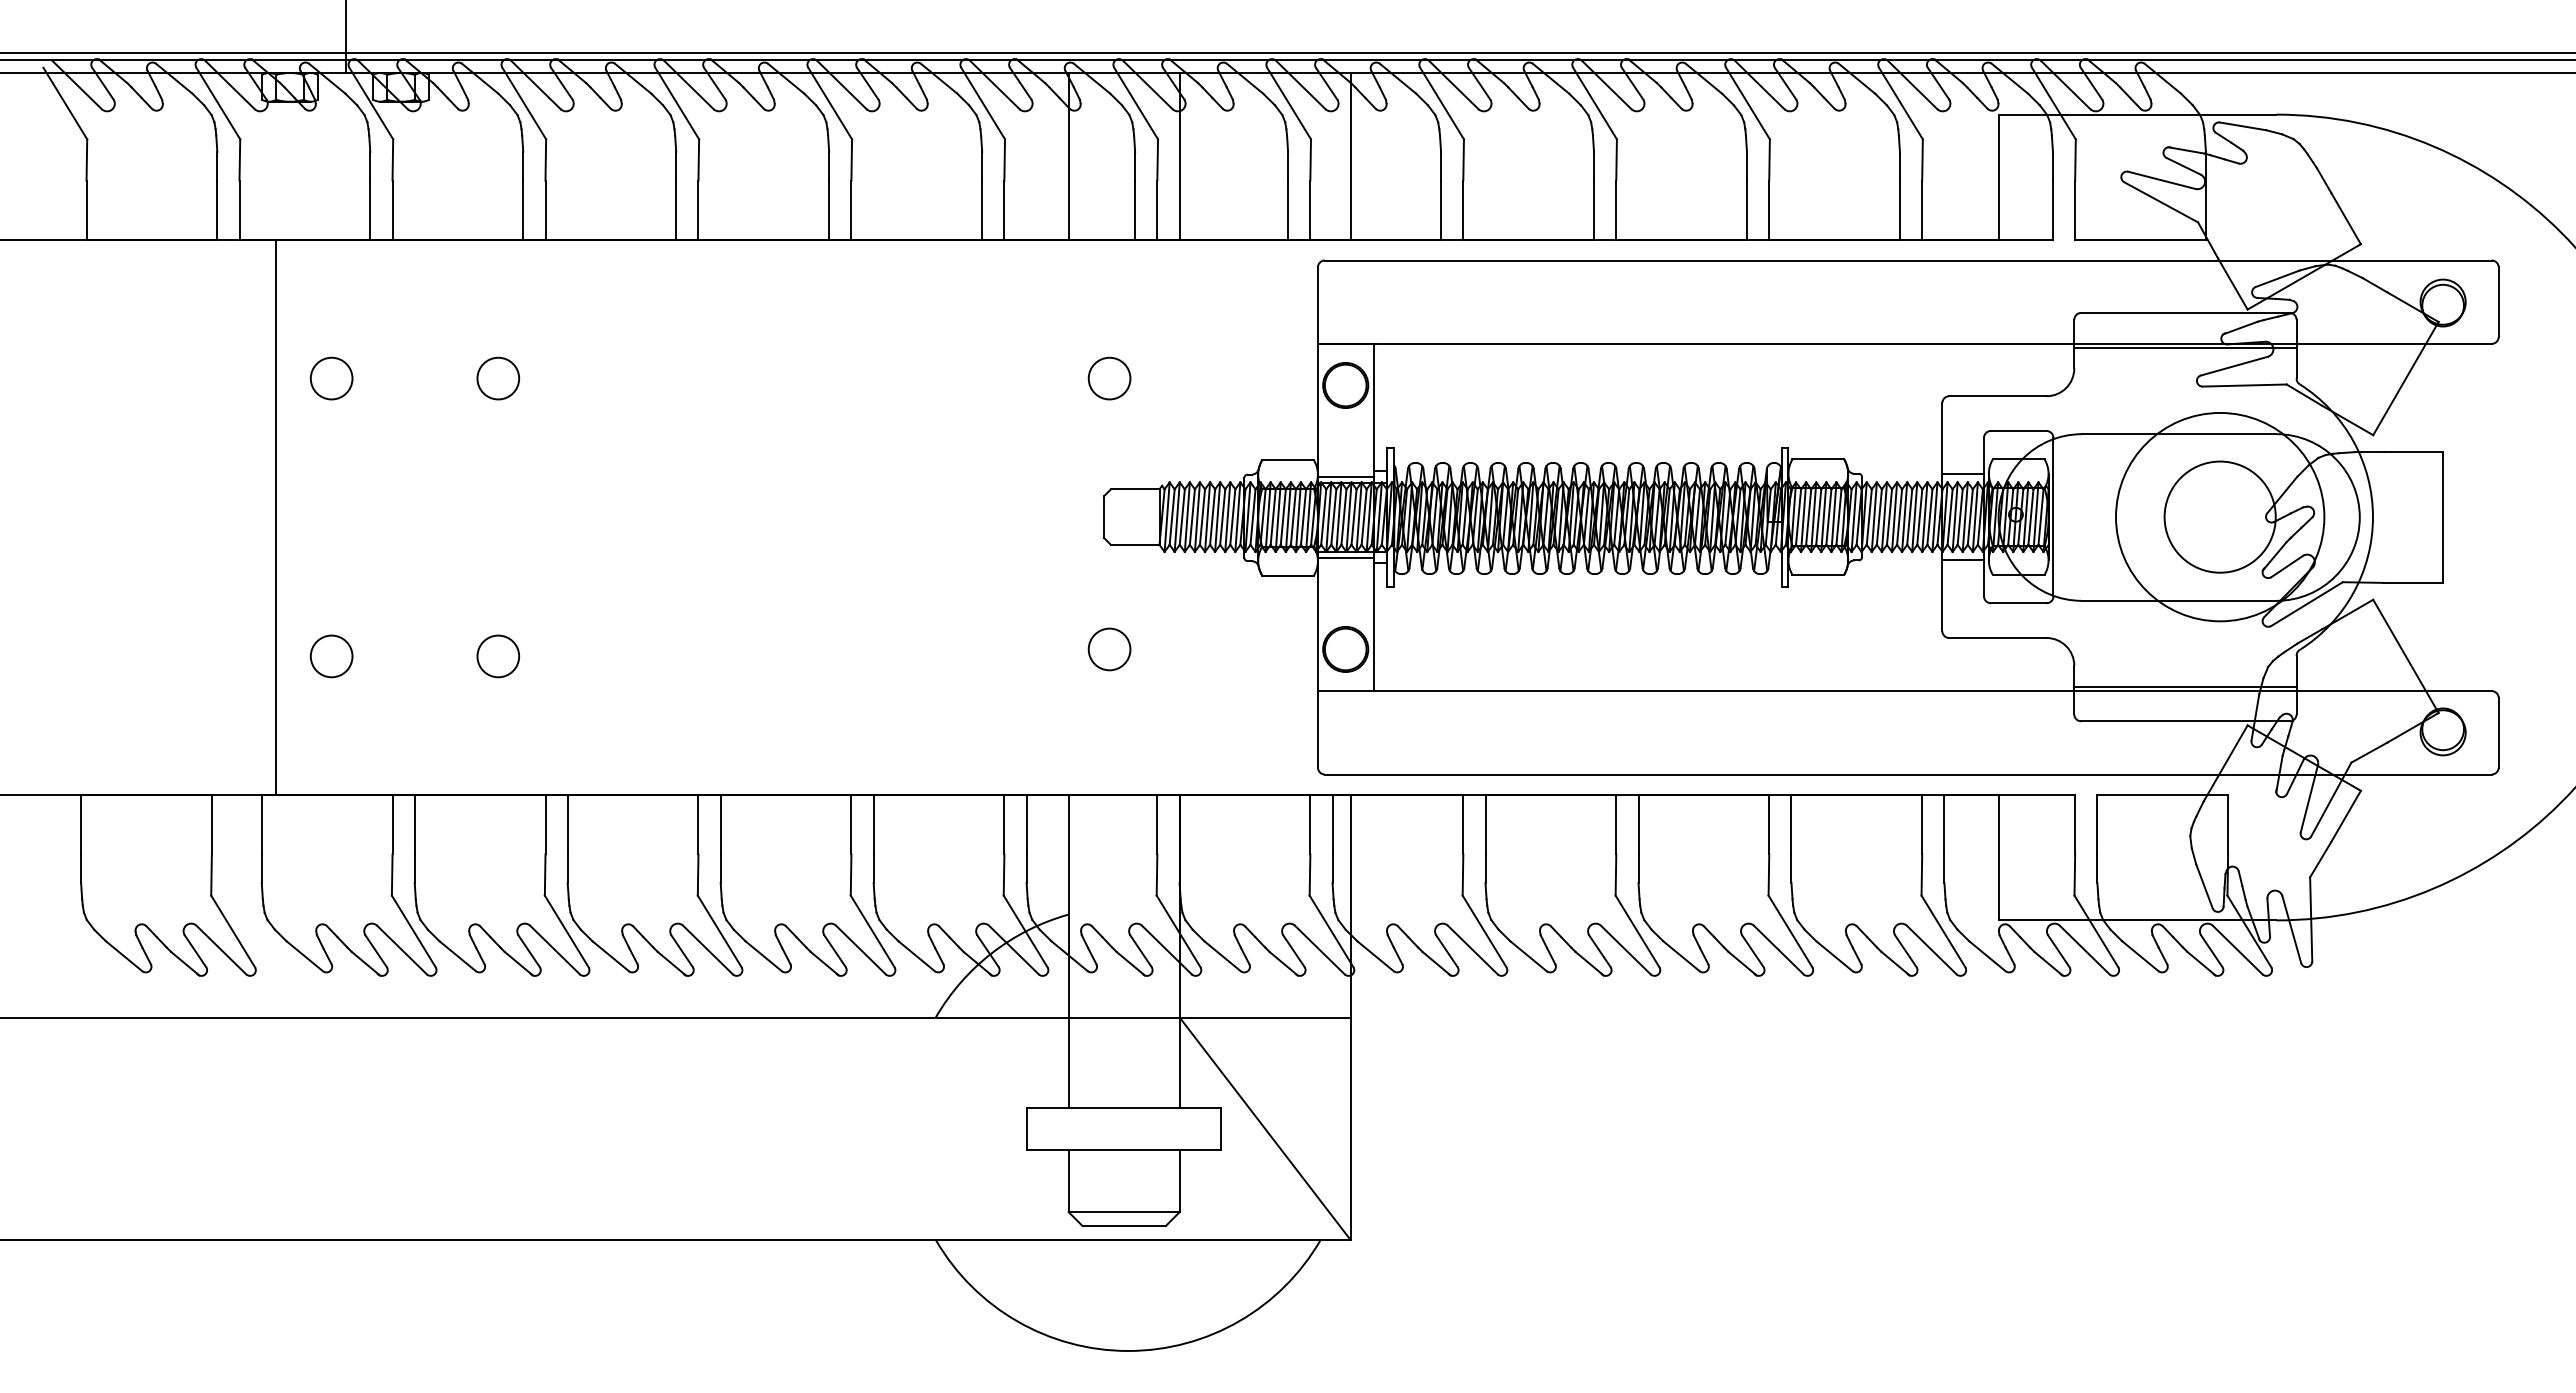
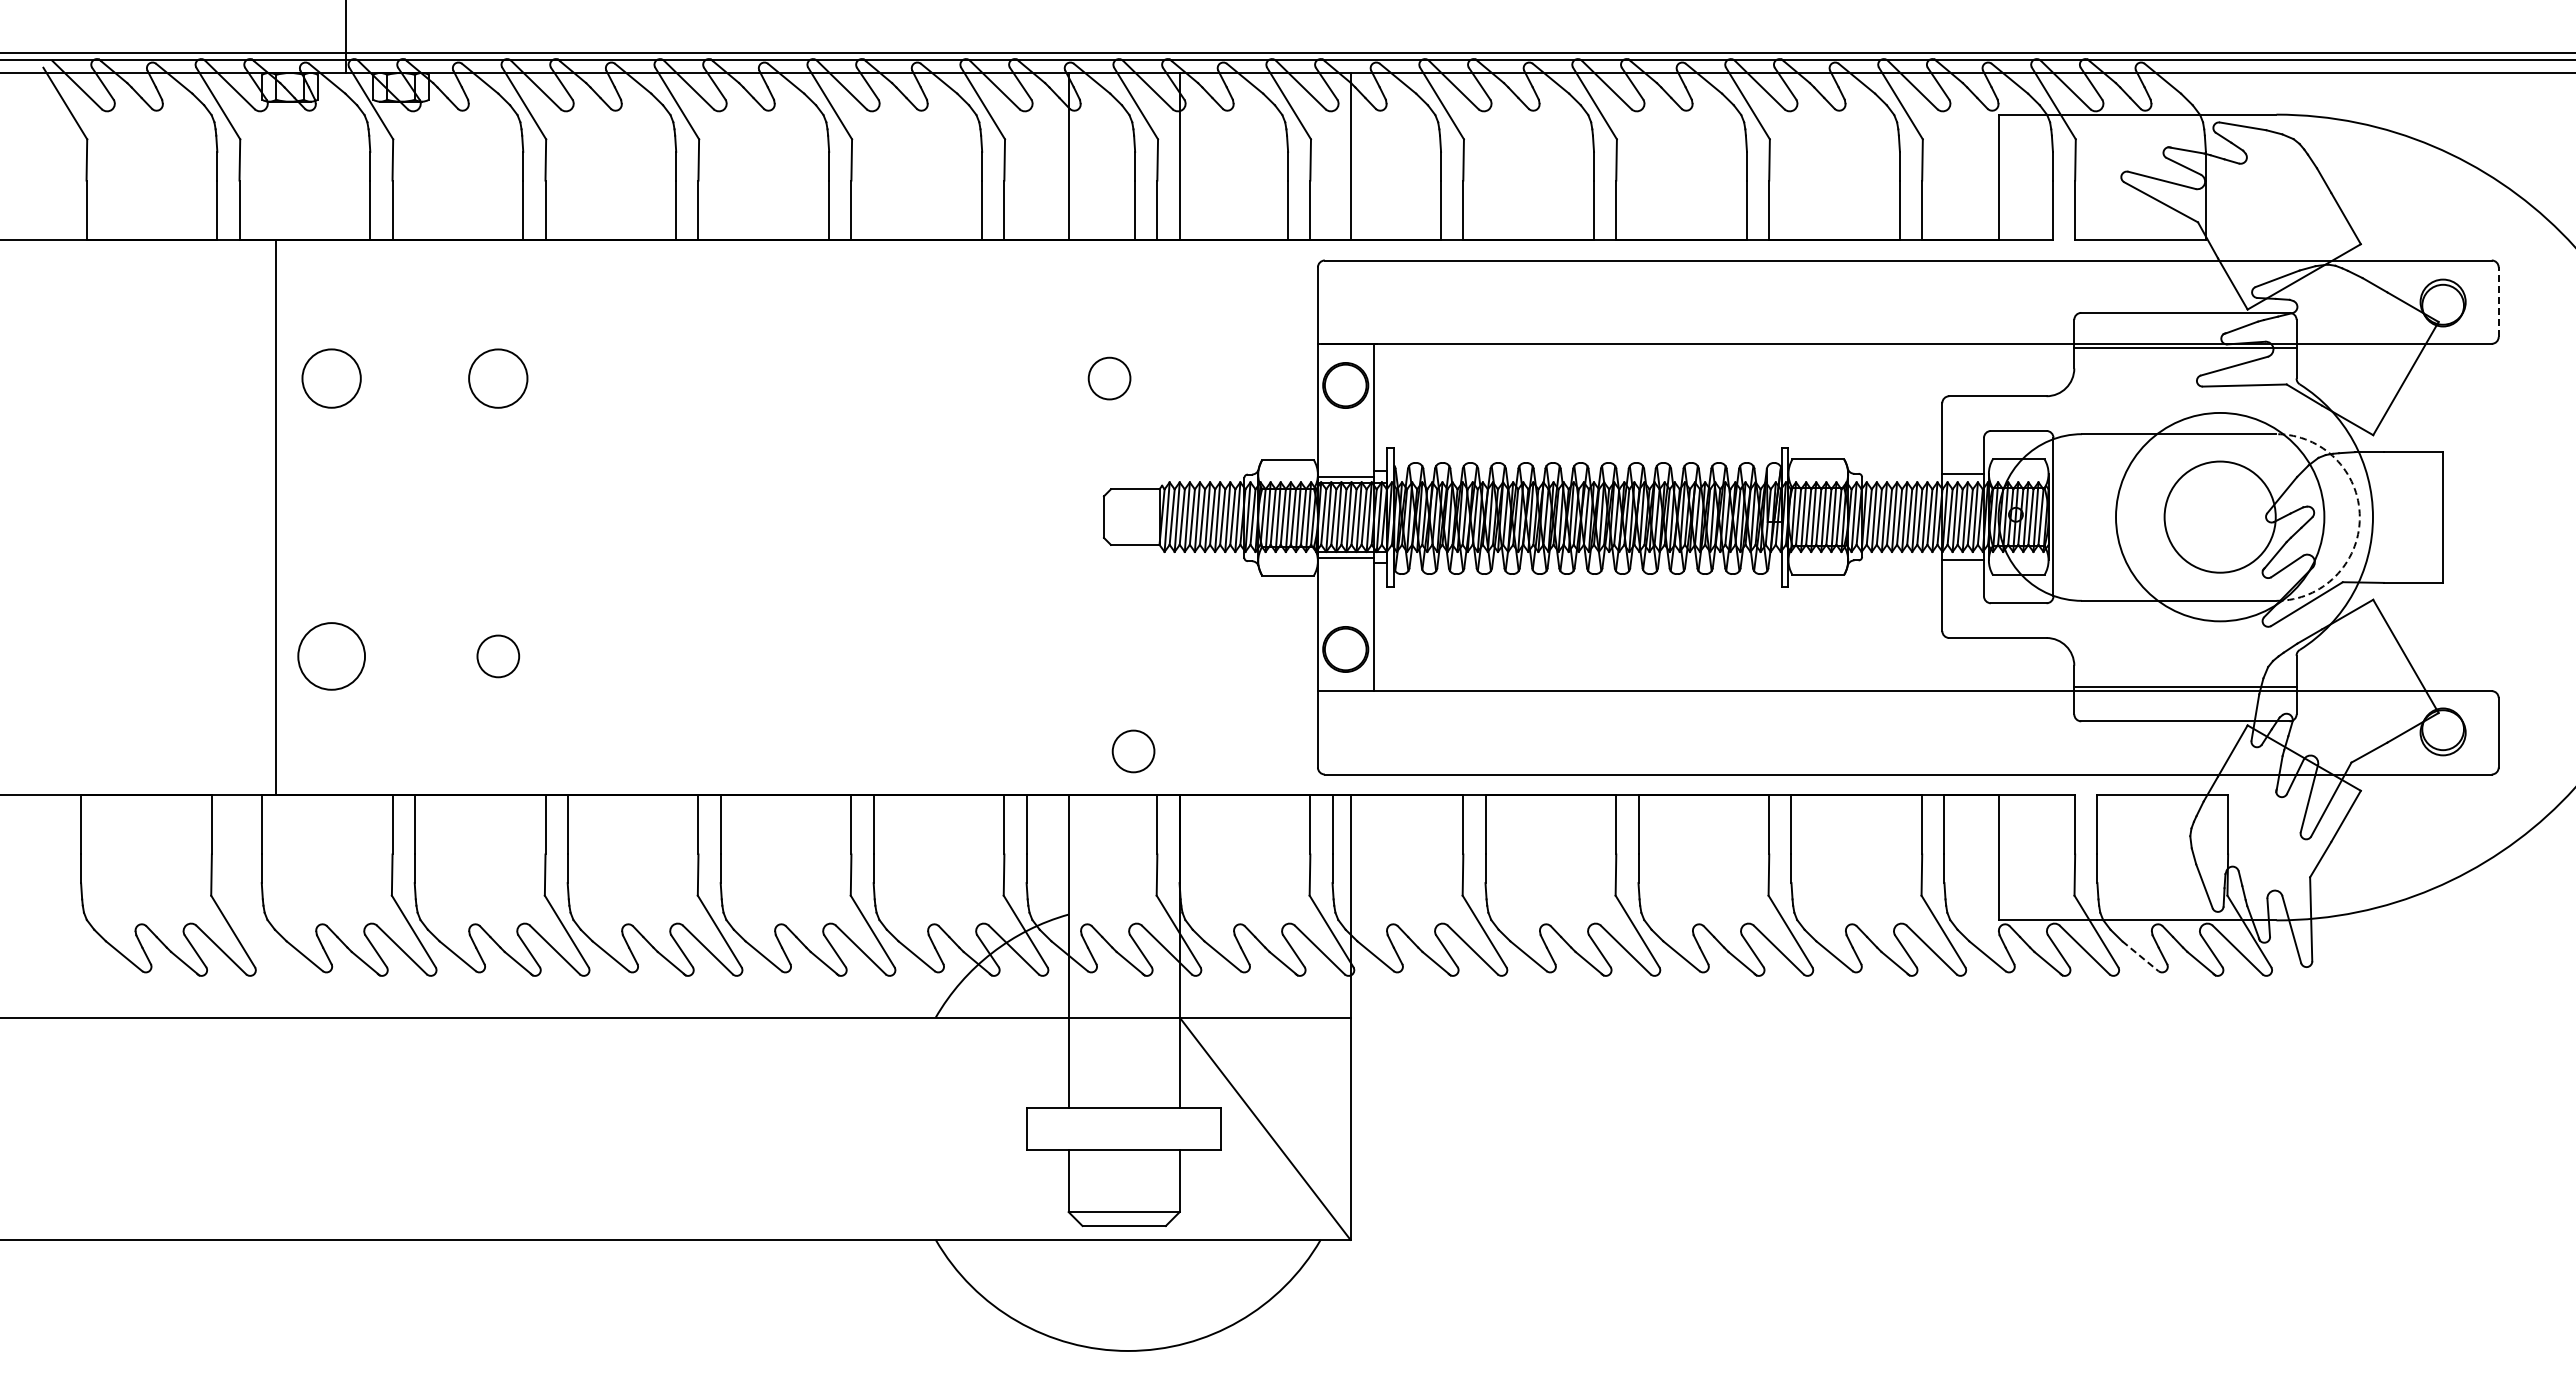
line at (2498, 302): solid -> dashed
circle at (331, 378) diameter: 42 px -> 58 px
circle at (498, 378) size: 45x45 px -> 61x61 px
arc at (2359, 517): solid -> dashed
circle at (1109, 649) position: (1109, 649) -> (1133, 751)
circle at (331, 656) diameter: 42 px -> 67 px
line at (2140, 956): solid -> dashed
